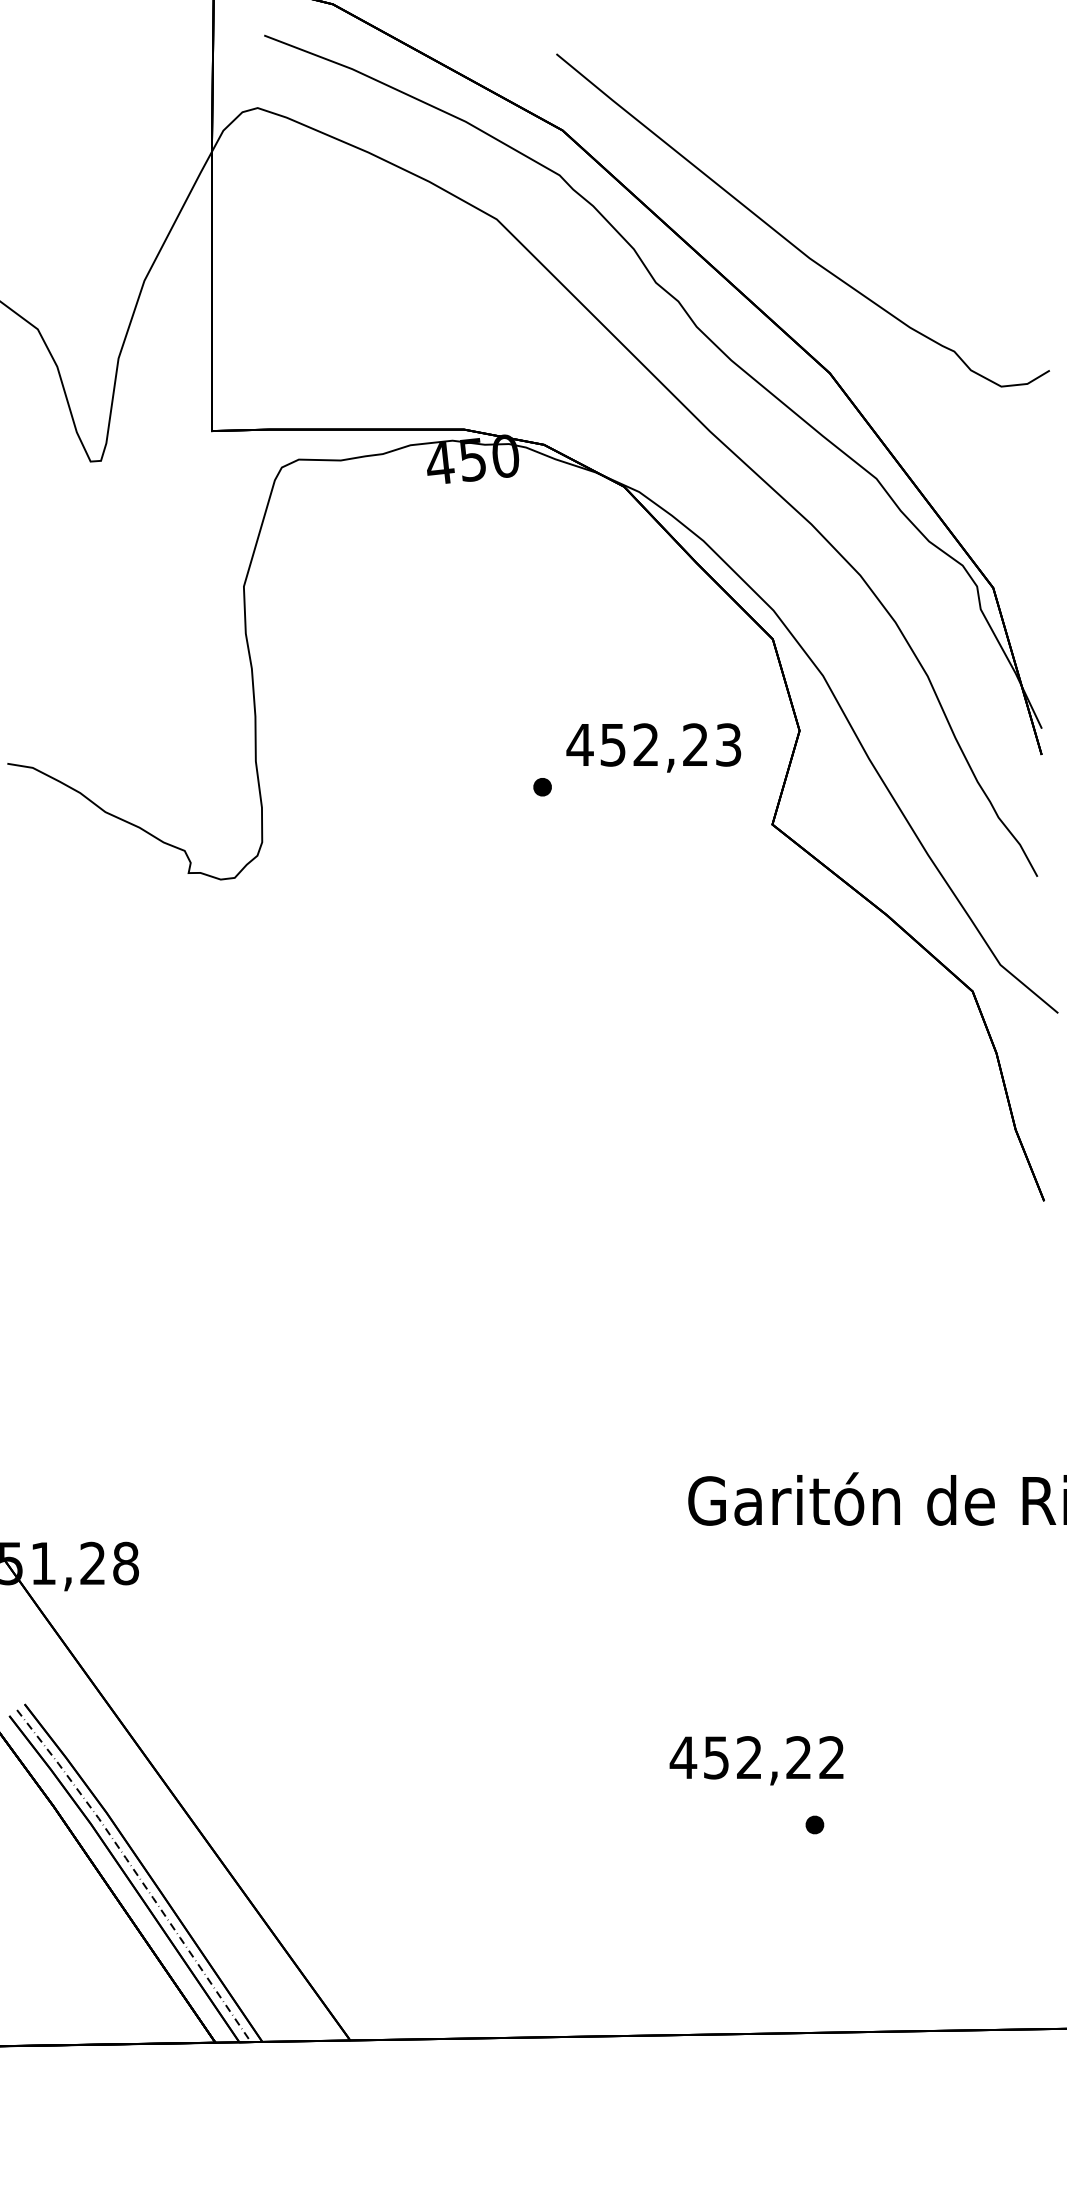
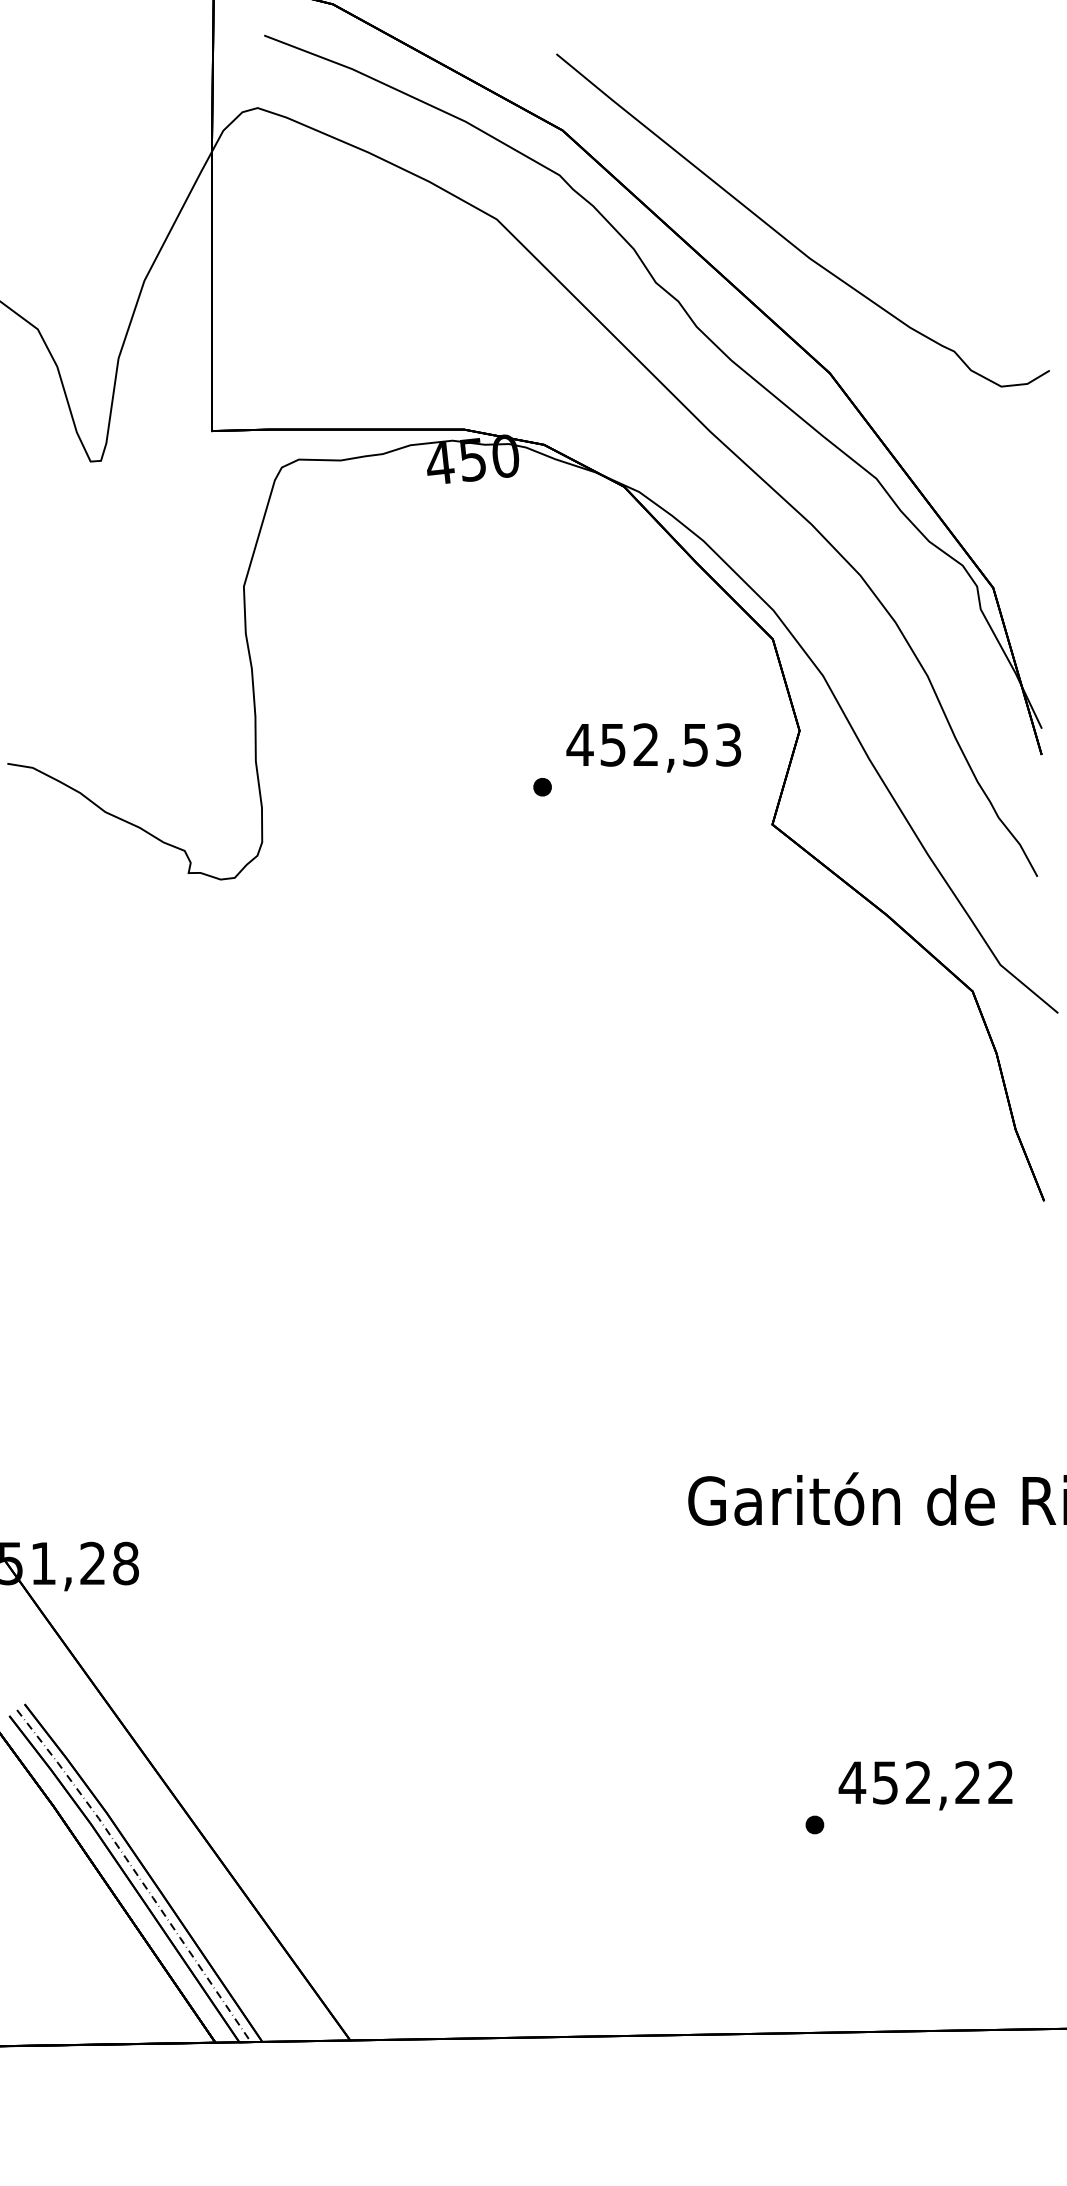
text at (695, 744): 452,23 -> 452,53
text at (756, 1760) position: (756, 1760) -> (925, 1785)
